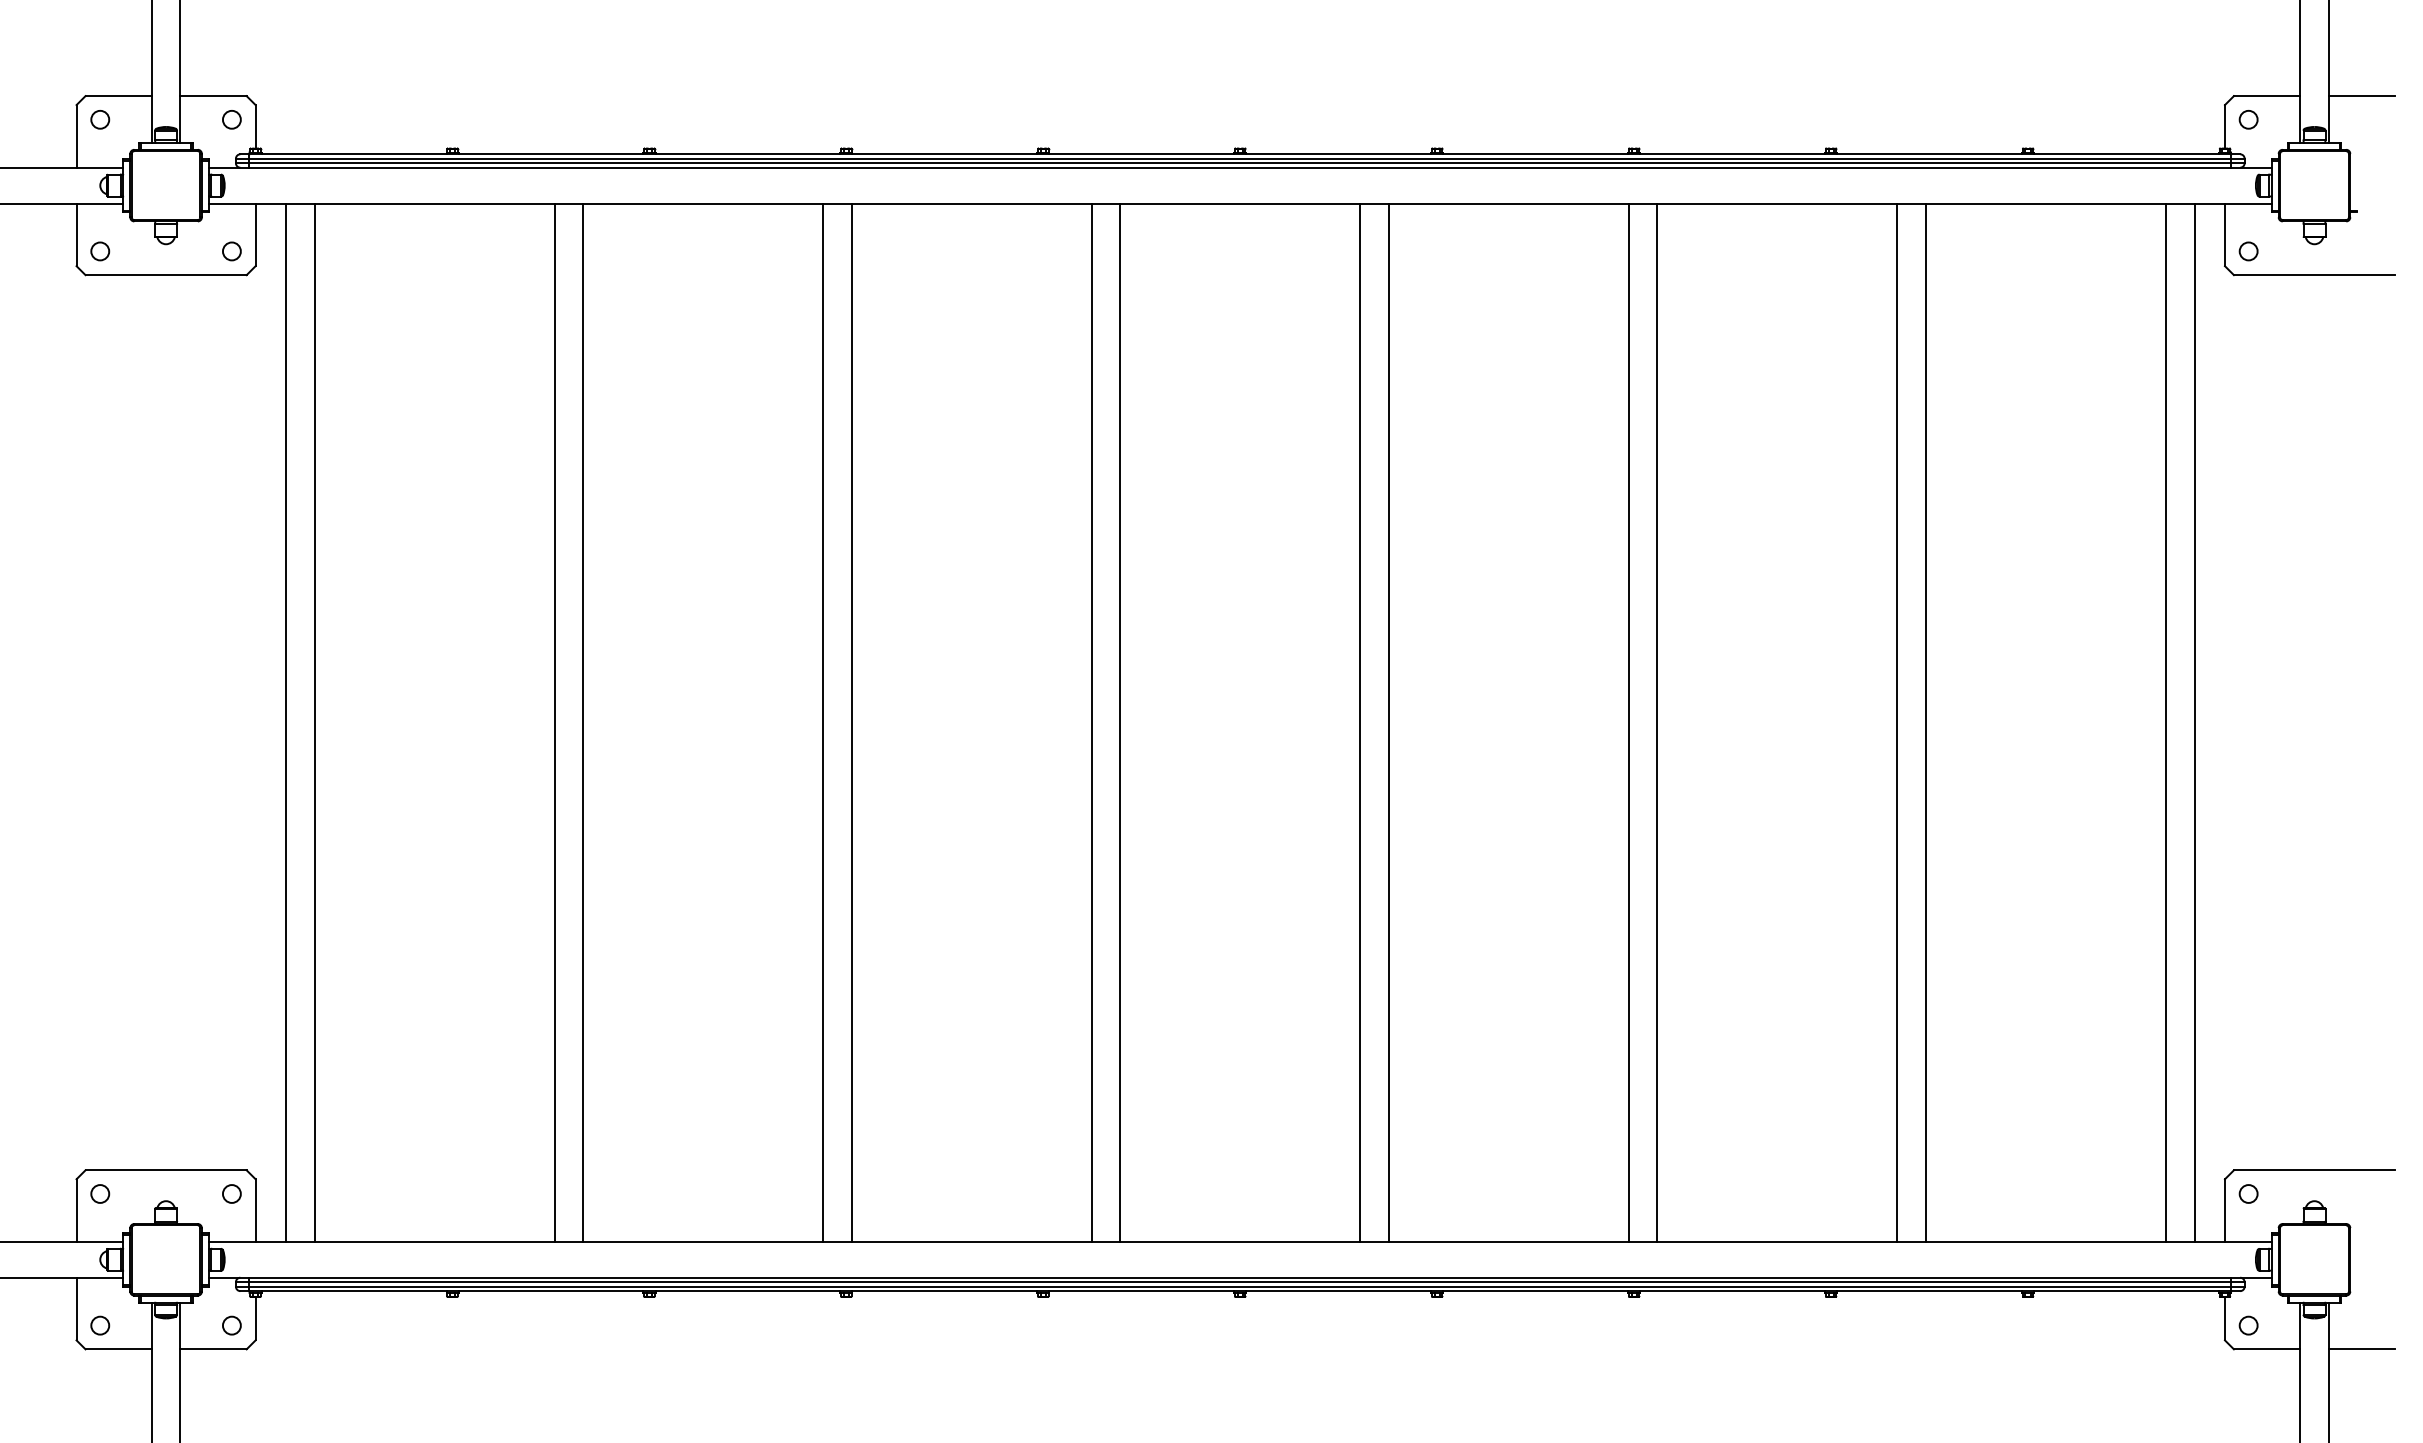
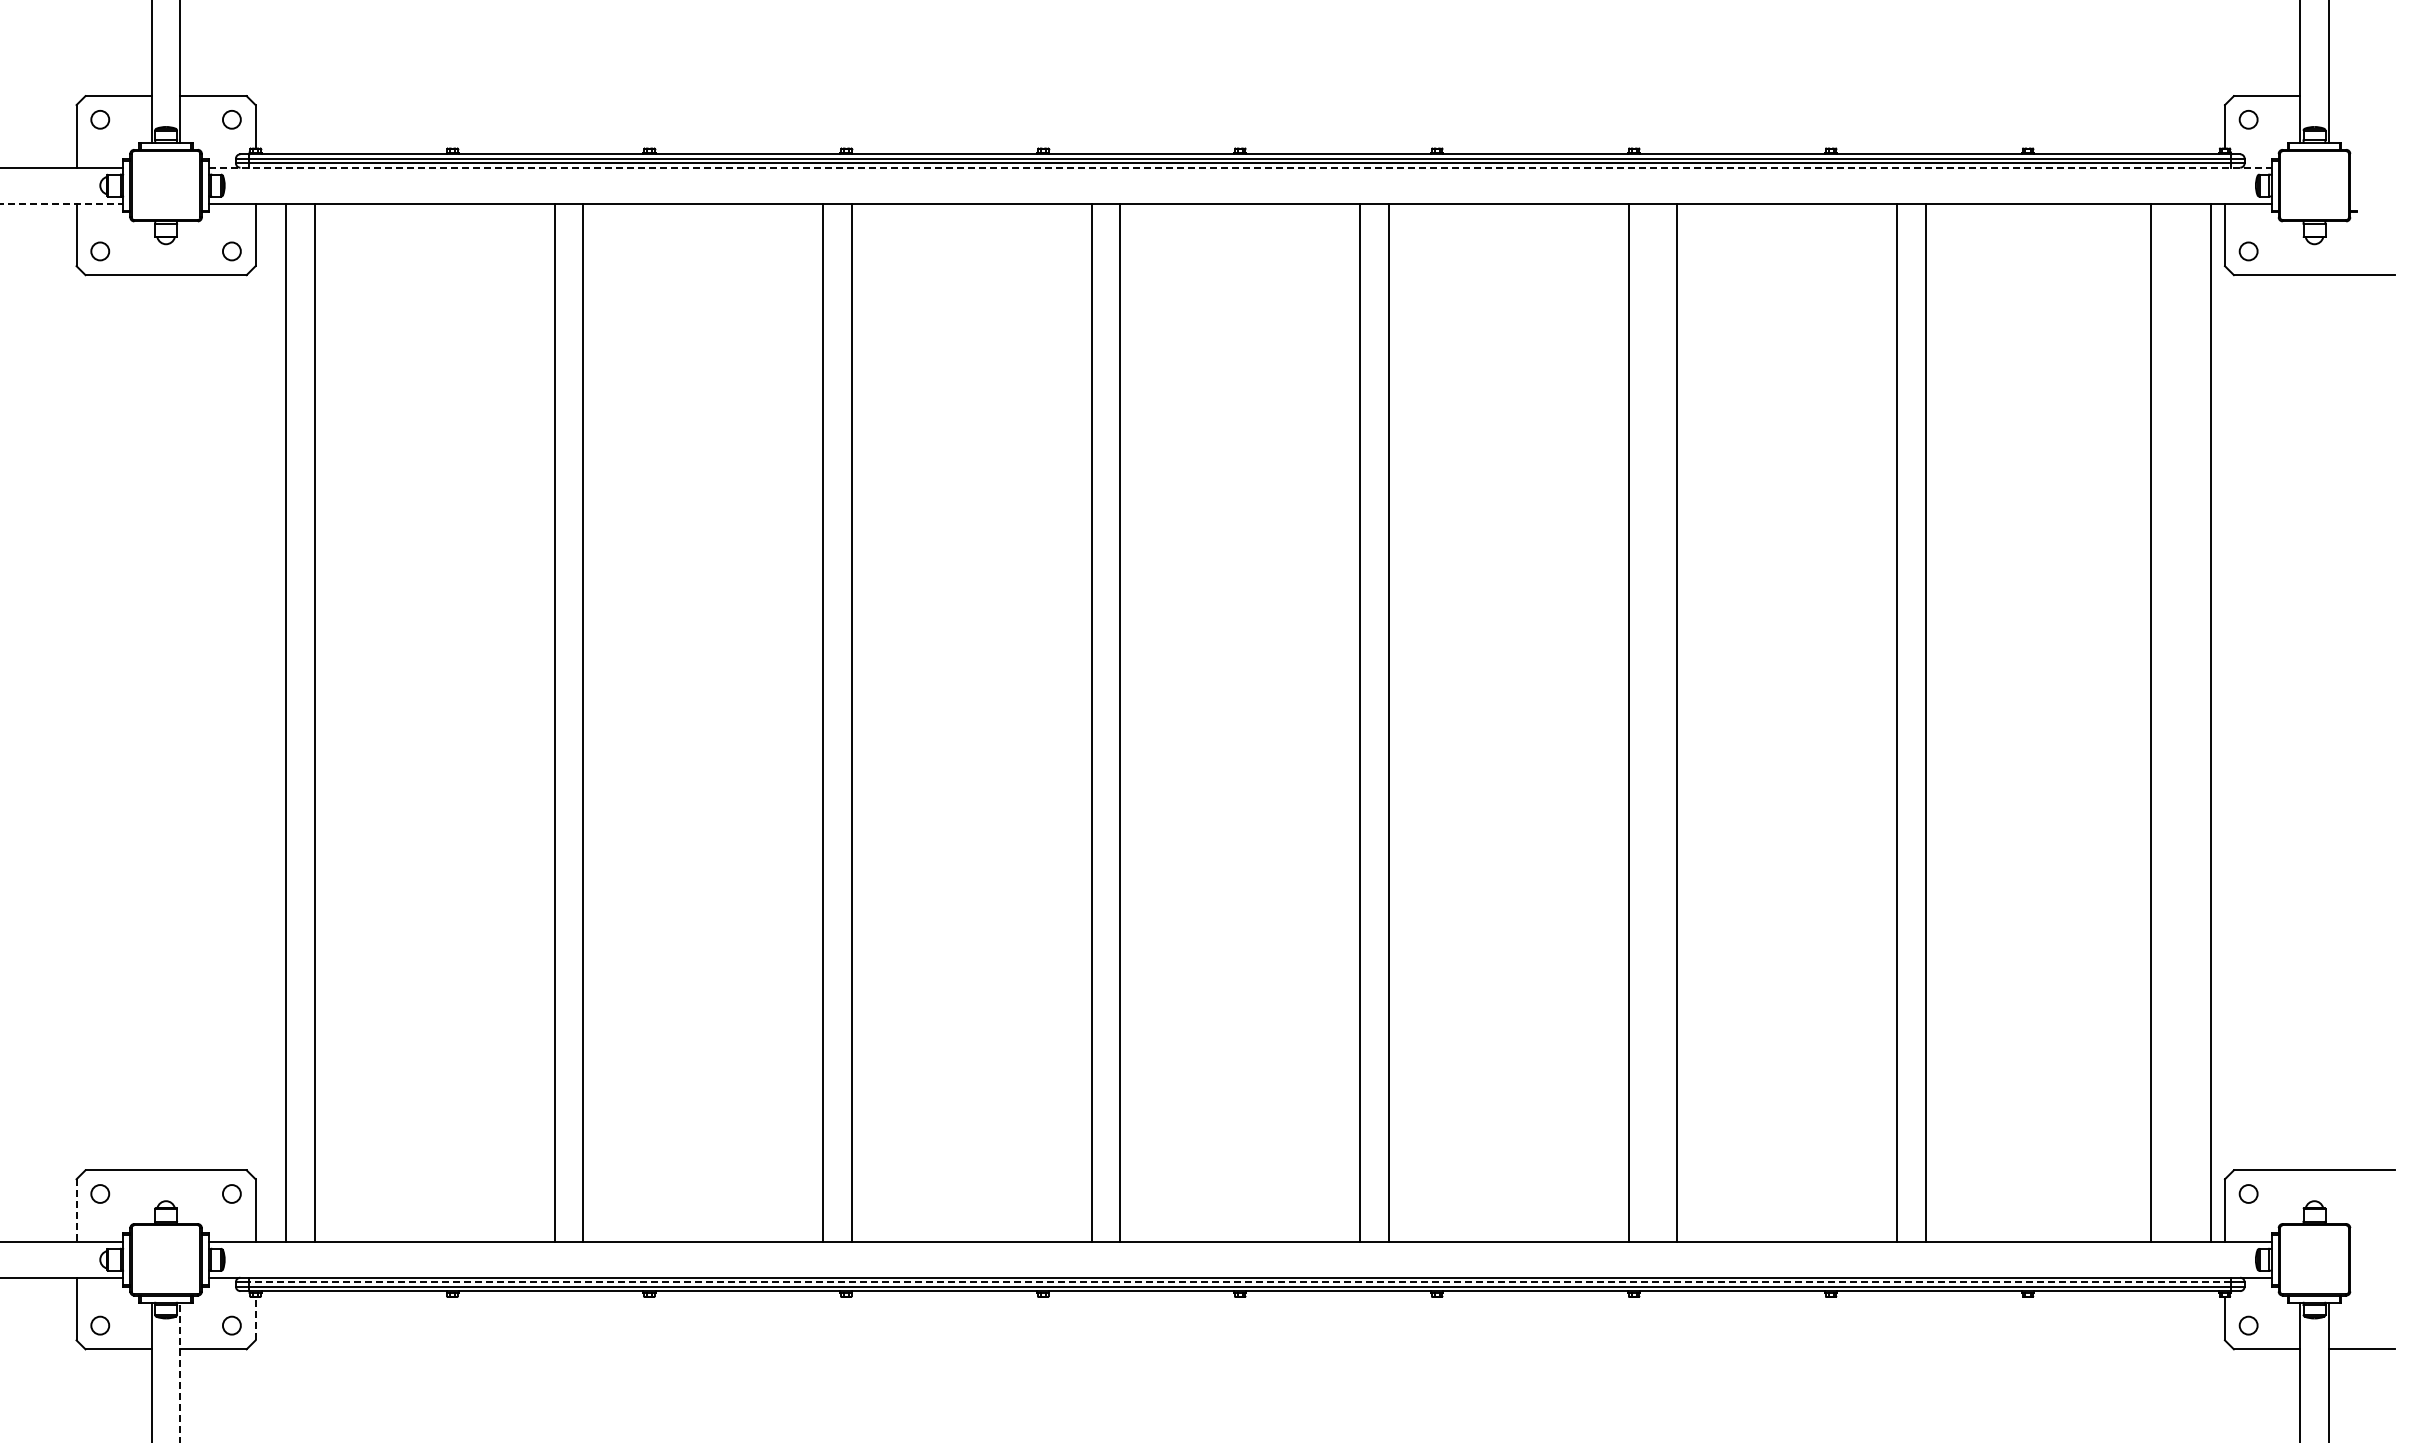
line at (2361, 96): present -> none
line at (1240, 167): solid -> dashed
line at (62, 203): solid -> dashed
line at (1657, 722) position: (1657, 722) -> (1677, 722)
line at (2165, 722) position: (2165, 722) -> (2150, 722)
line at (2194, 722) position: (2194, 722) -> (2210, 722)
line at (76, 1211): solid -> dashed
line at (1240, 1282): solid -> dashed
line at (255, 1318): solid -> dashed
line at (180, 1372): solid -> dashed
